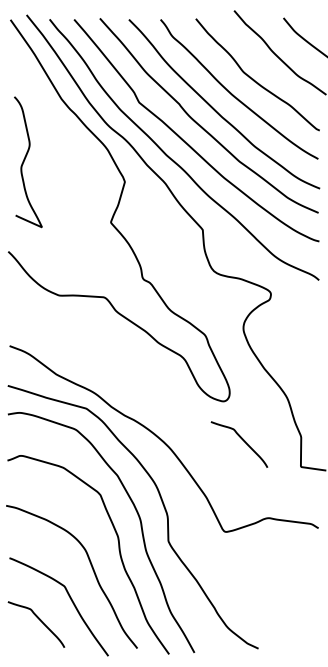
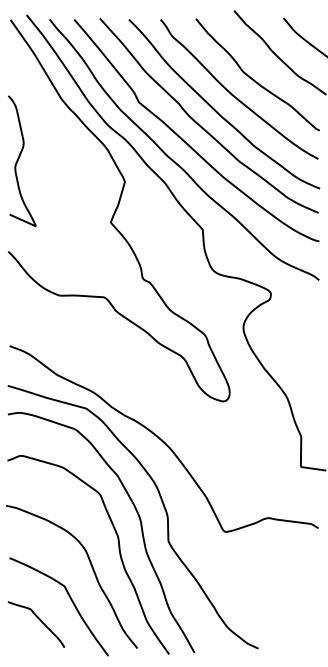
curve at (24, 162) position: (24, 162) -> (18, 161)
curve at (242, 440): present -> none
